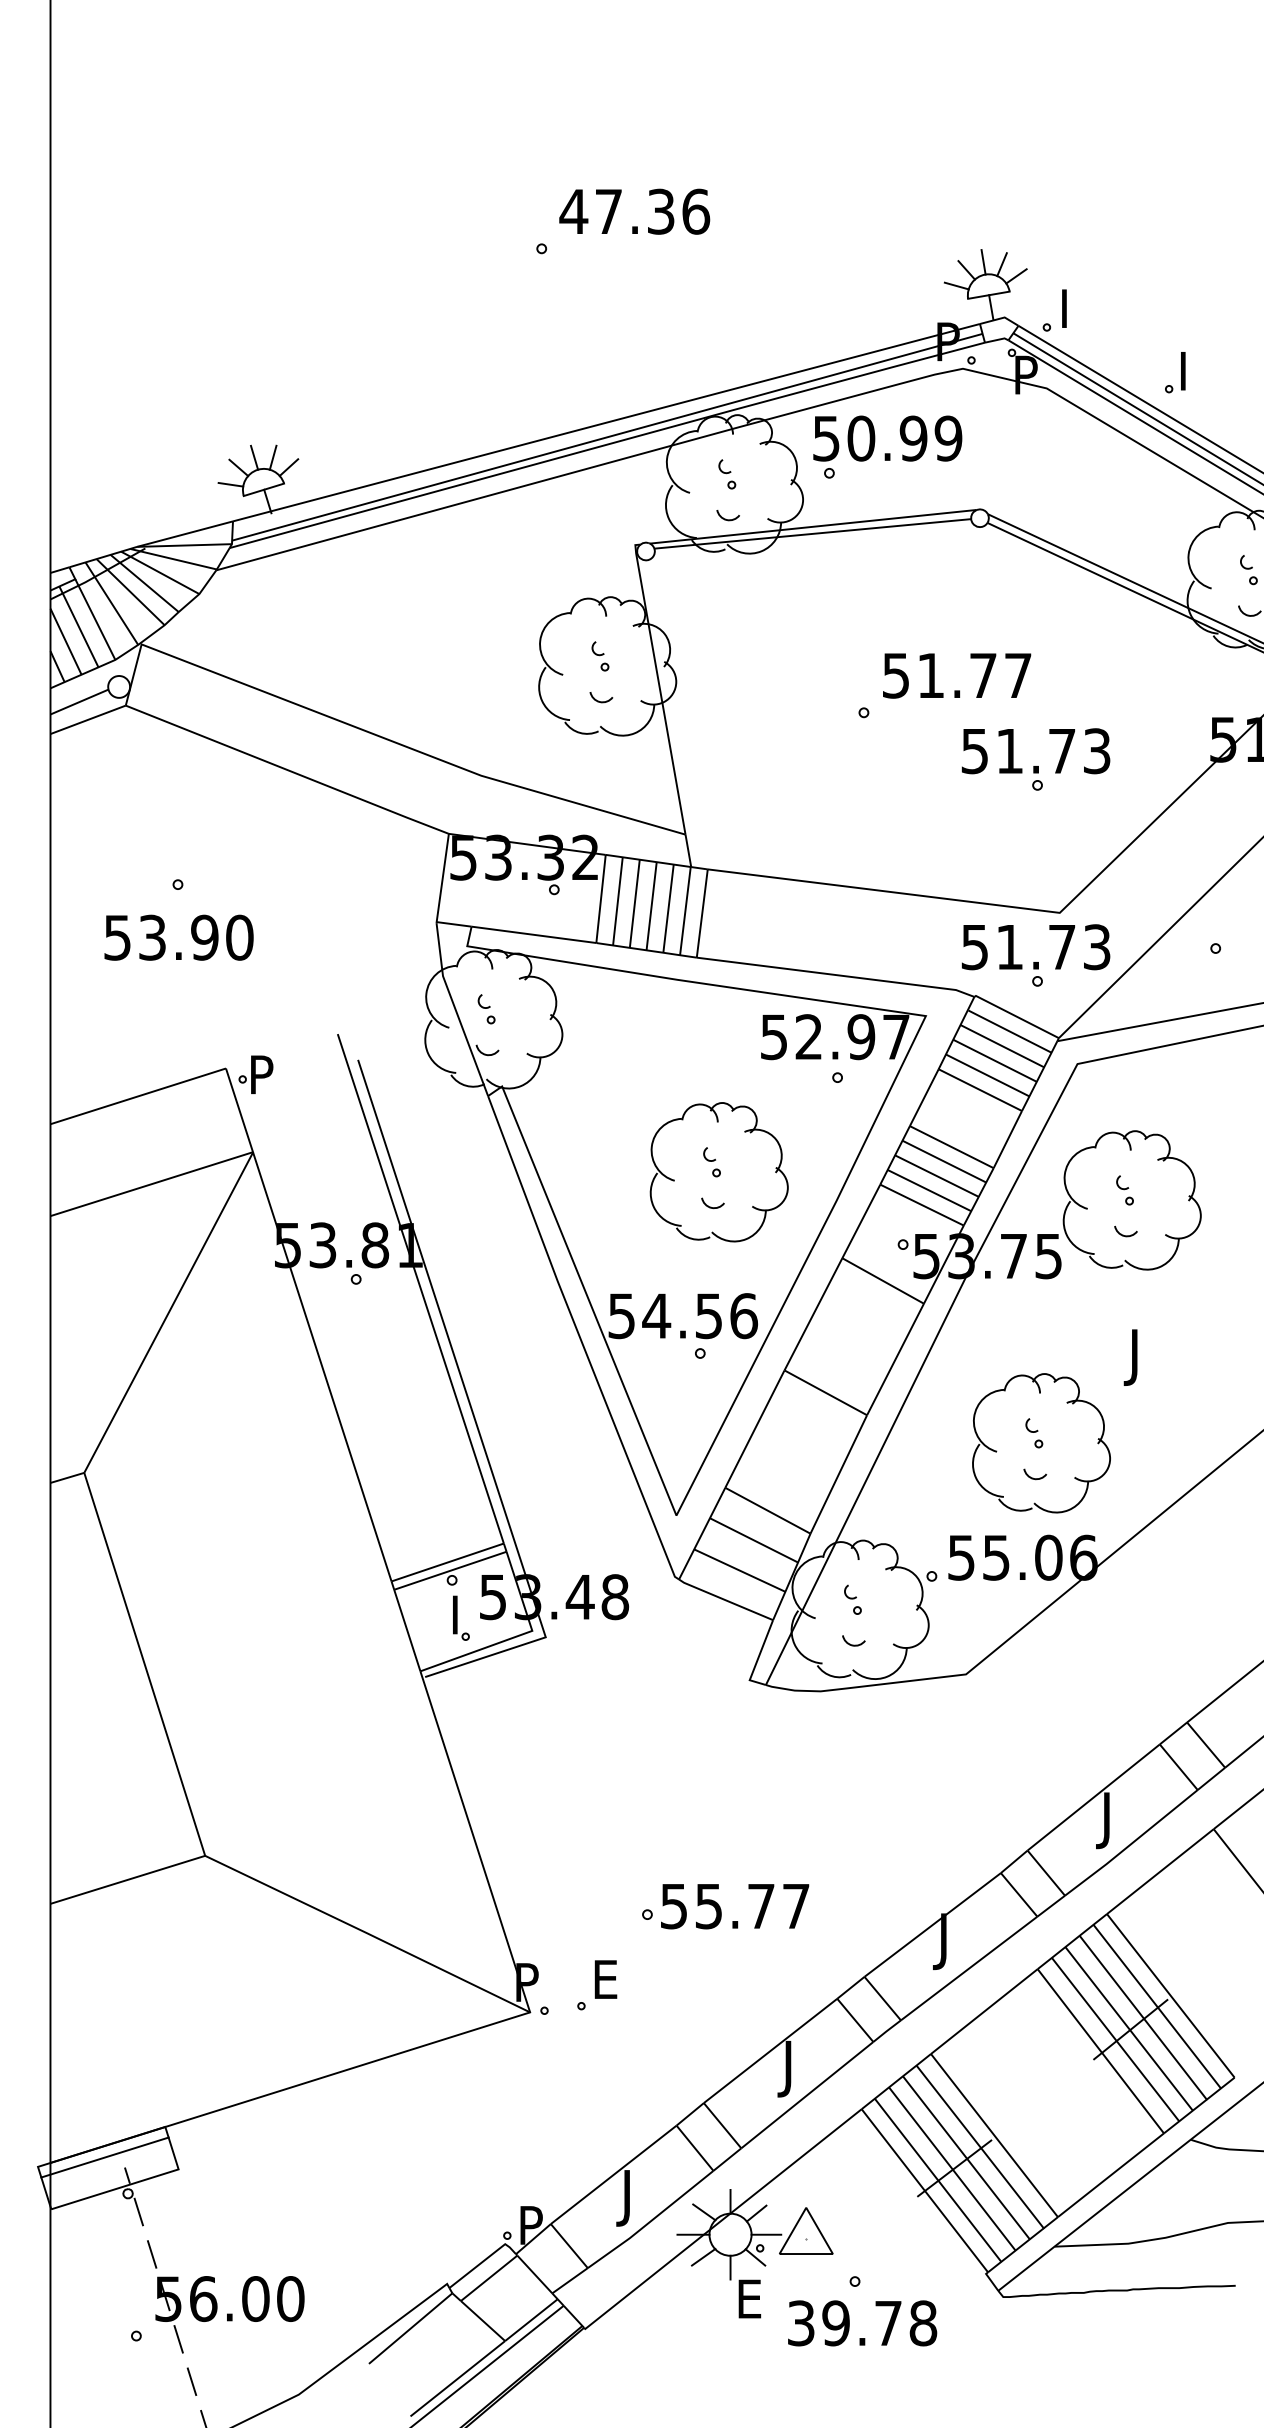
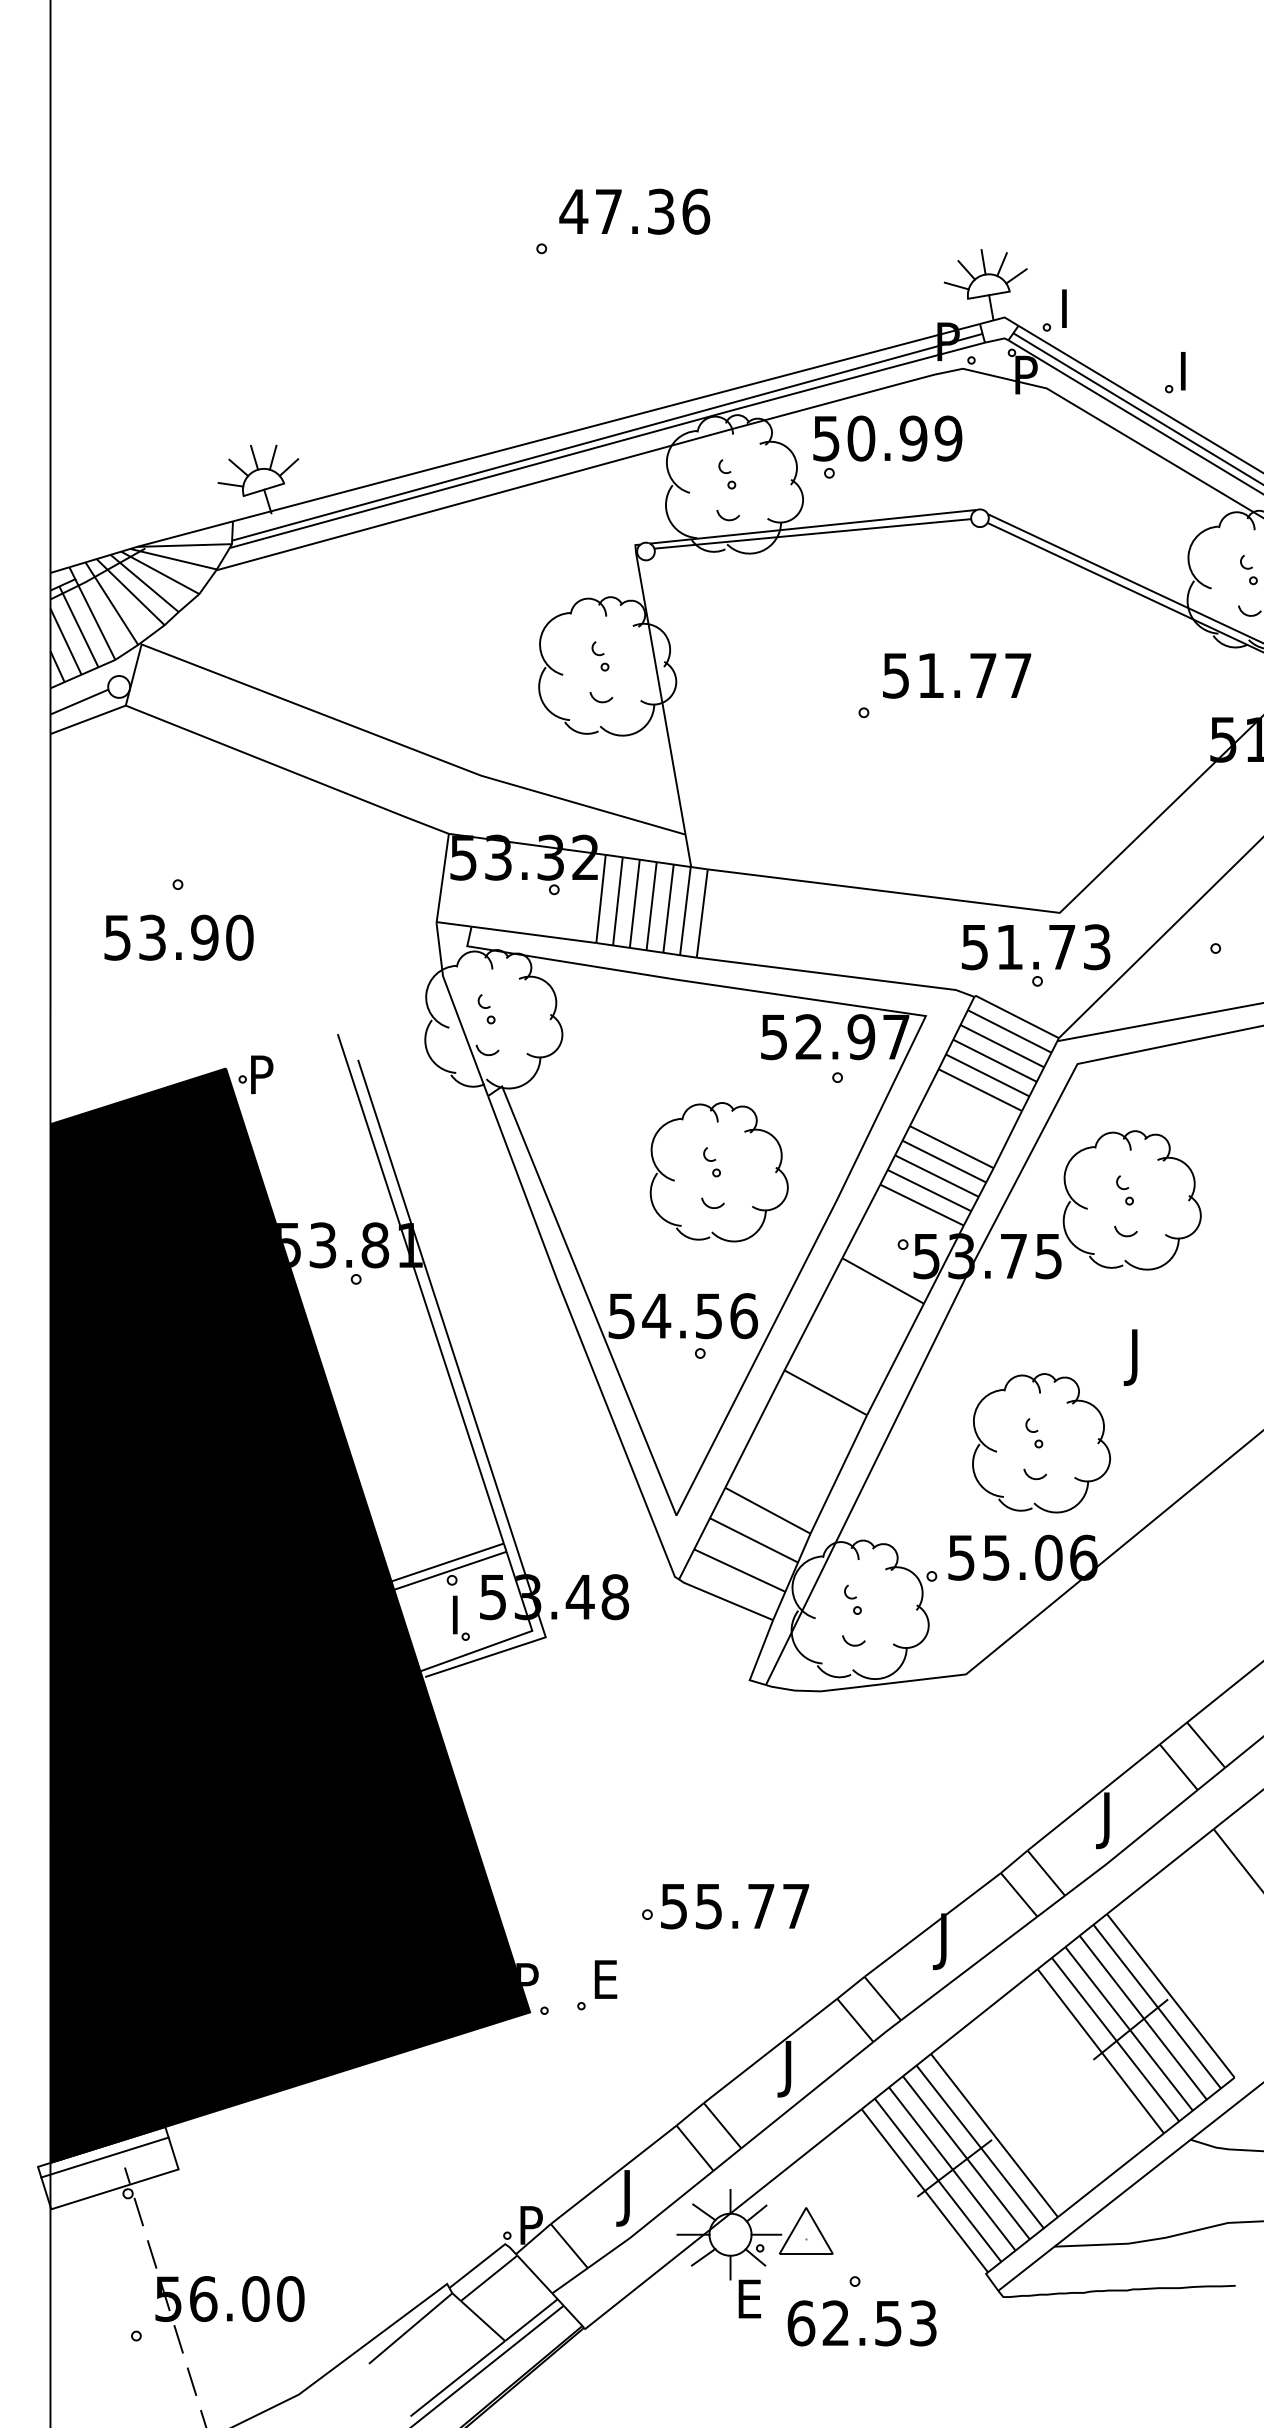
part at (1035, 766): present -> none
fill at (290, 1615): none -> present
text at (862, 2323): 39.78 -> 62.53
